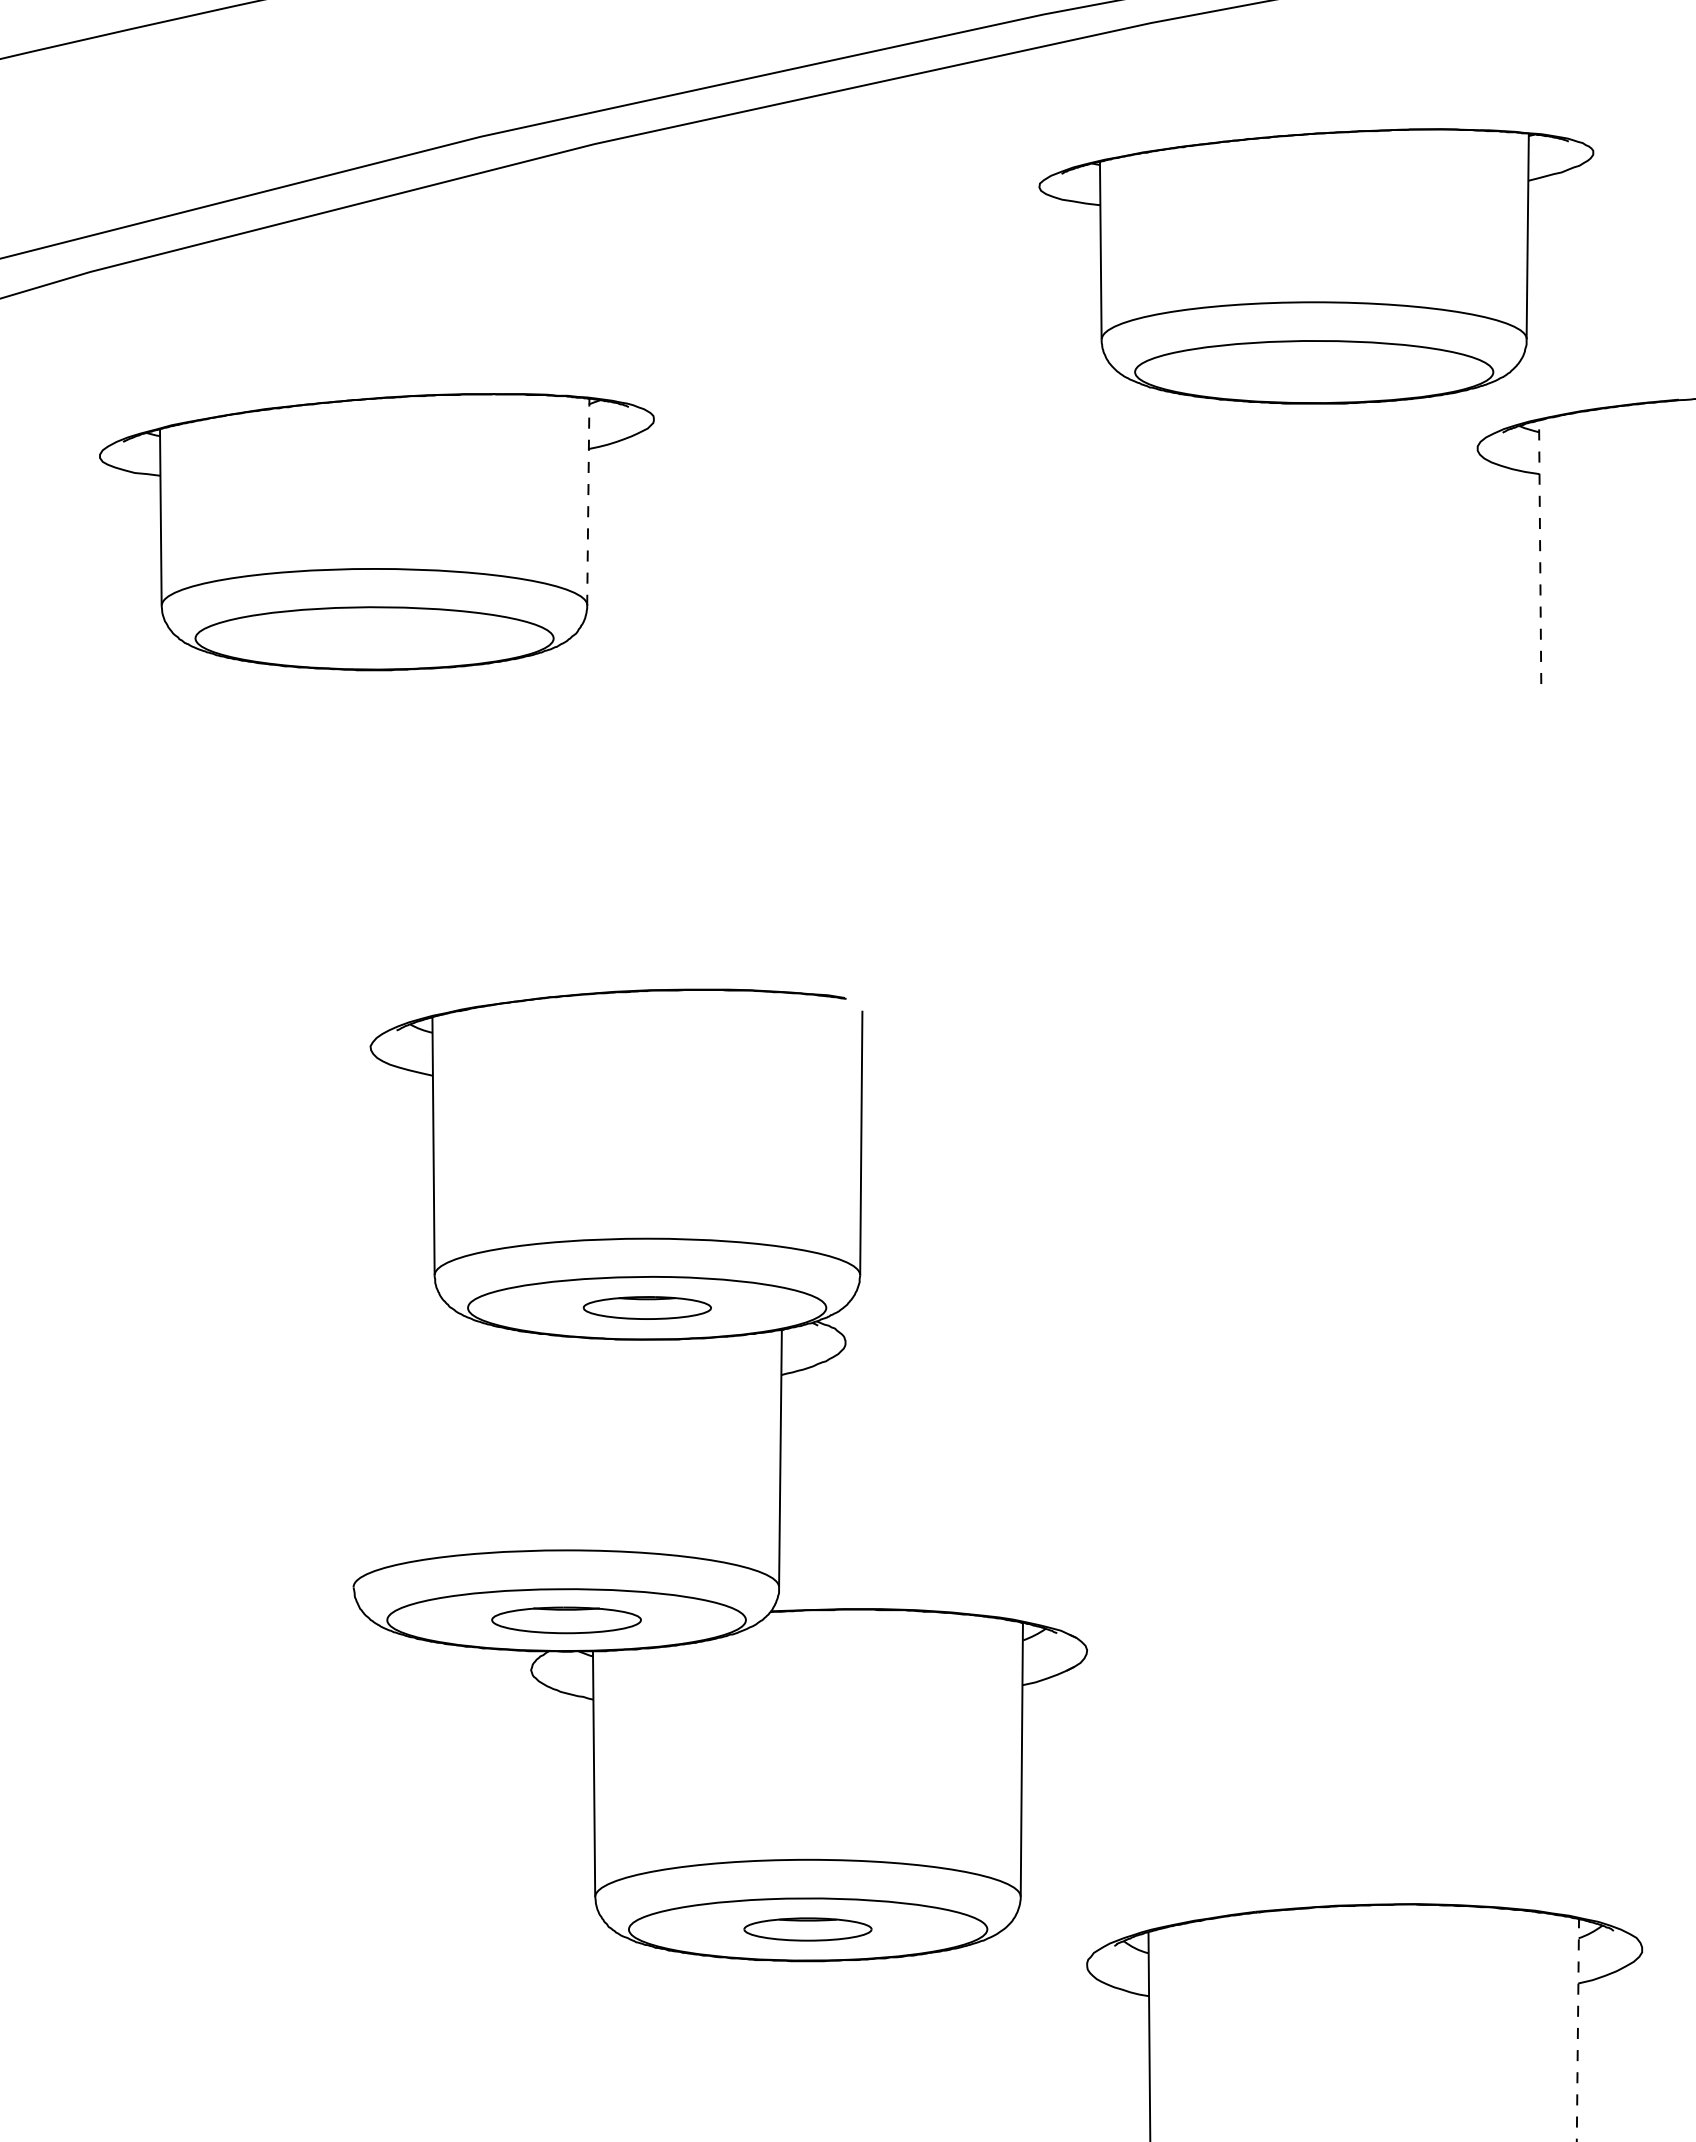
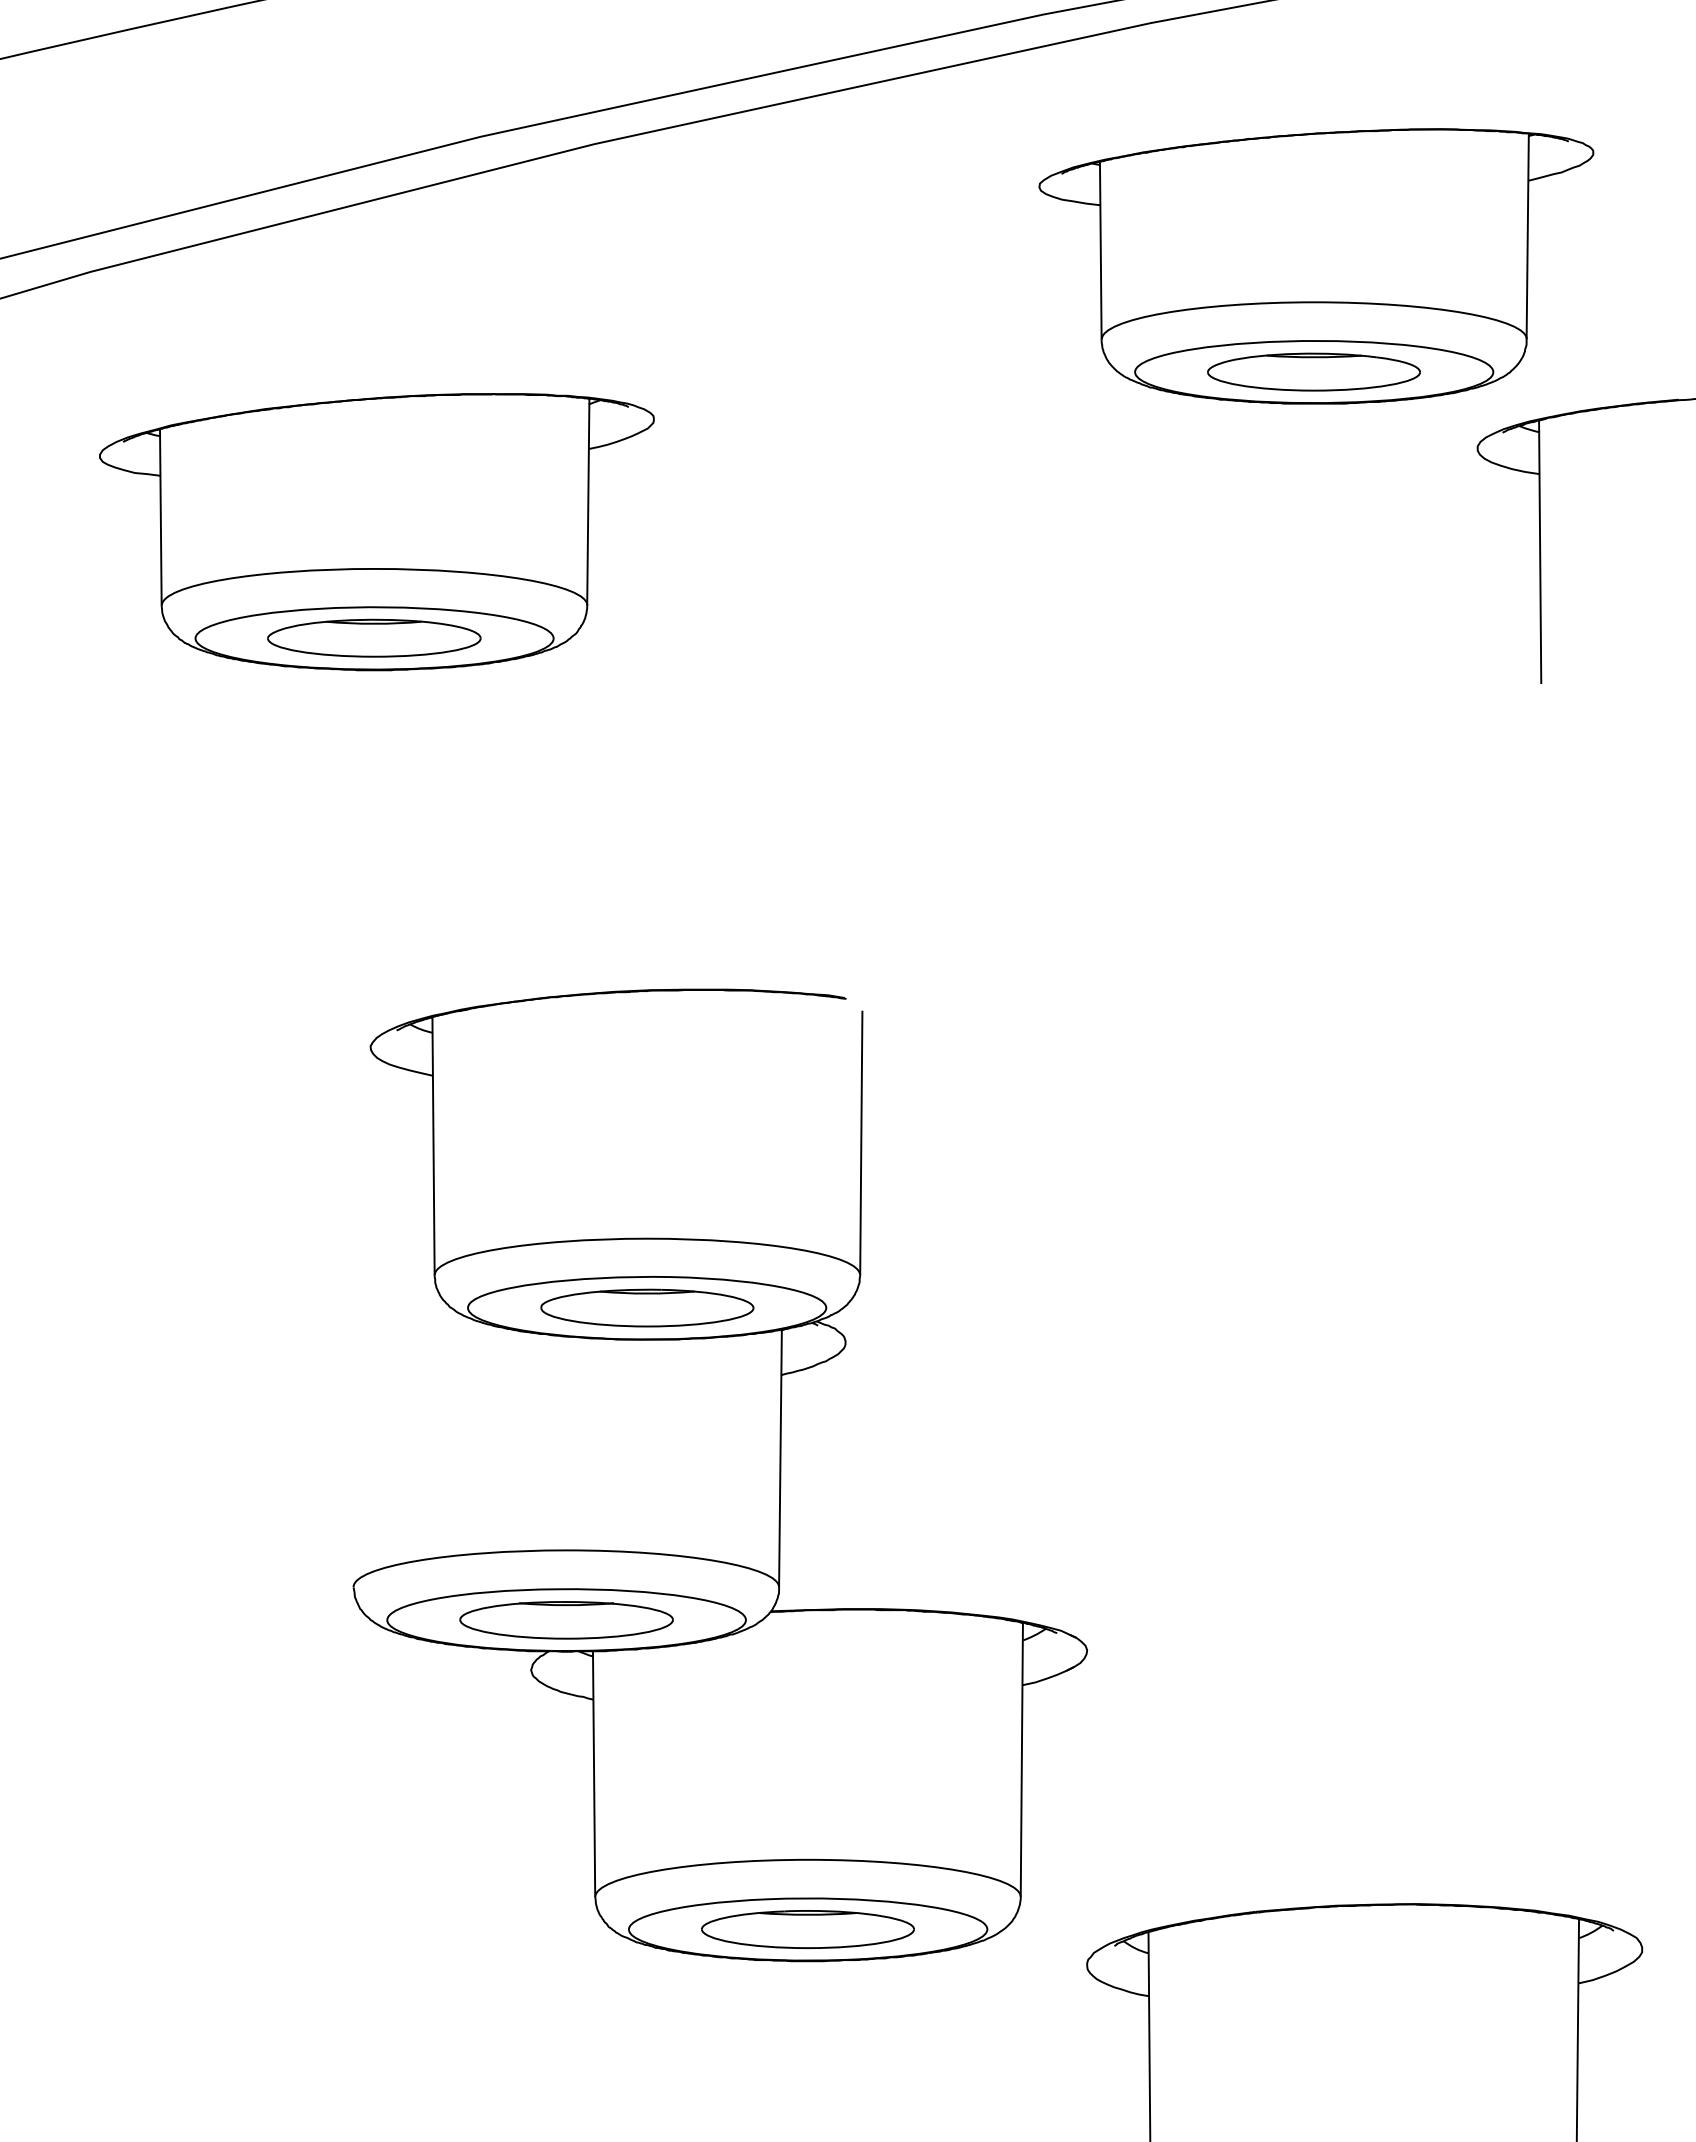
part at (1313, 371): none -> present
line at (588, 502): dashed -> solid
line at (1540, 552): dashed -> solid
part at (374, 637): none -> present
part at (646, 1307) size: 130x24 px -> 215x40 px
part at (566, 1620) size: 151x29 px -> 215x39 px
part at (807, 1929) size: 130x25 px -> 214x39 px
line at (1577, 2030): dashed -> solid
